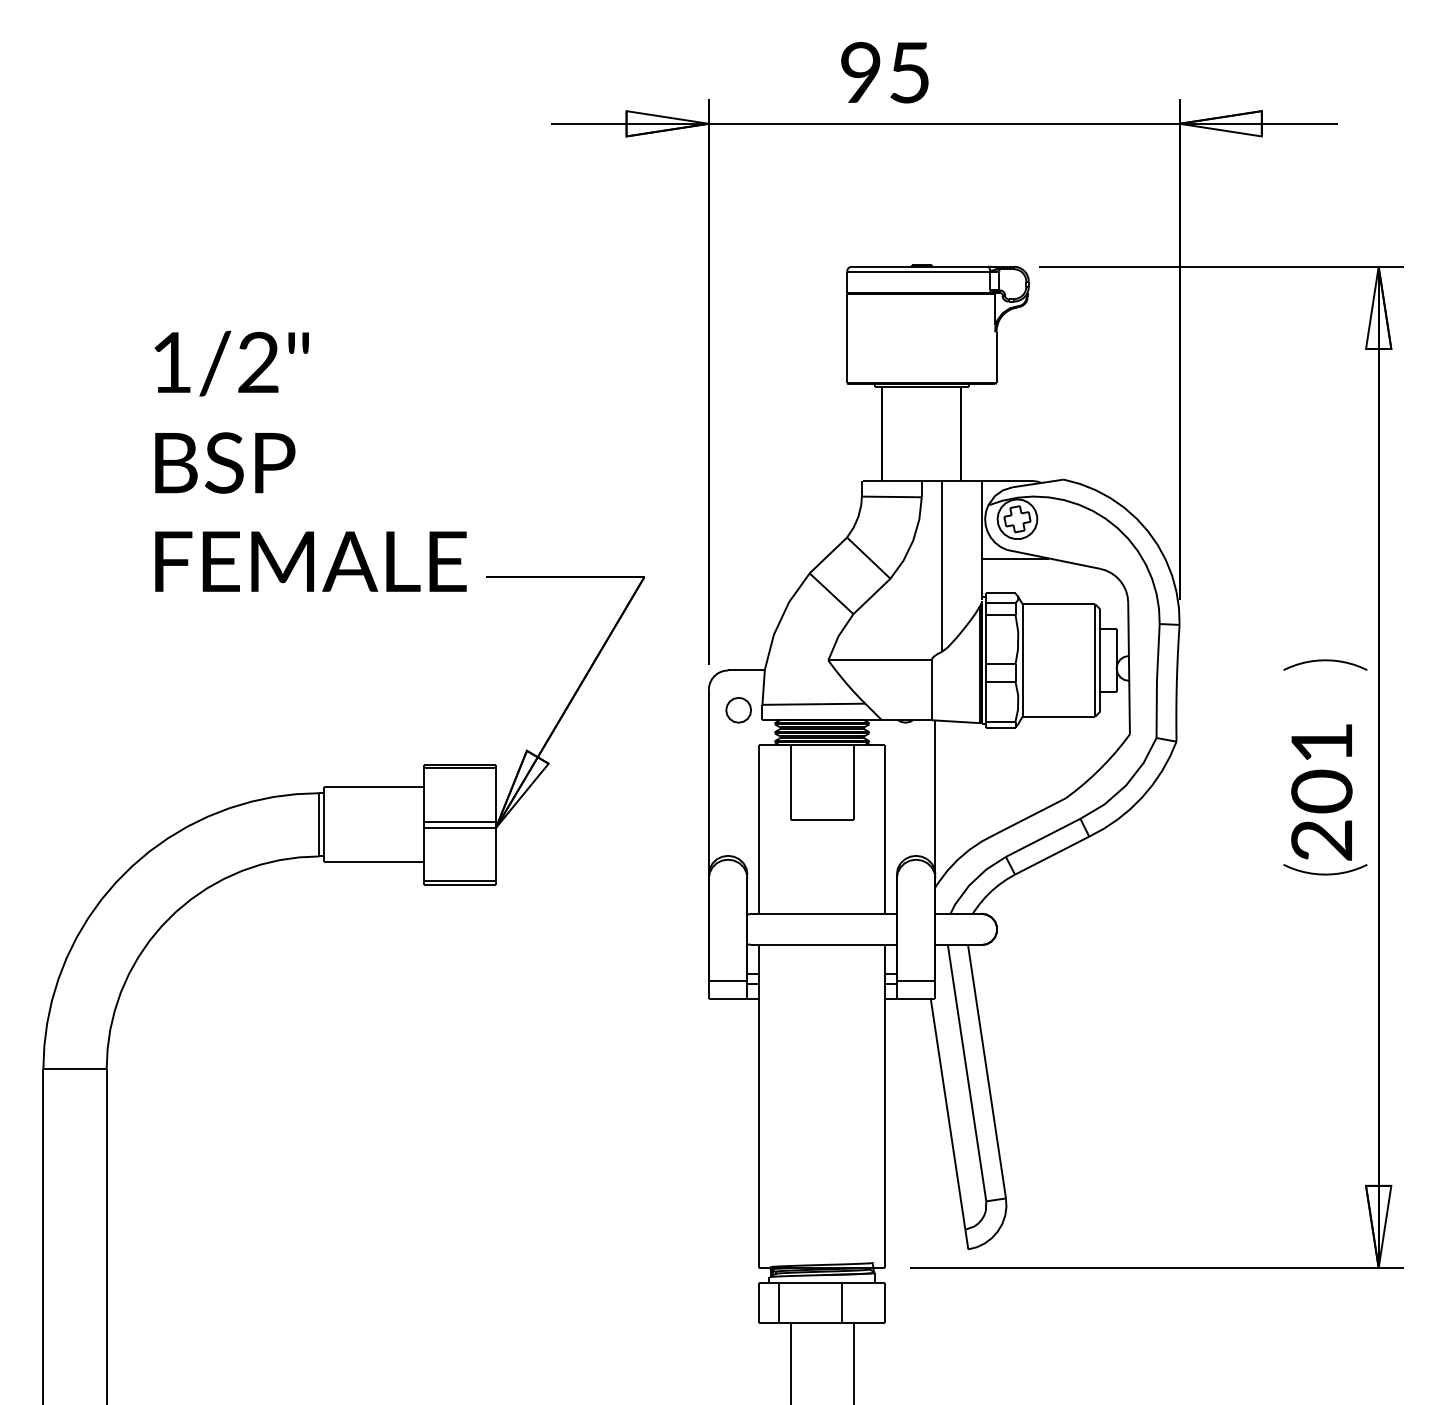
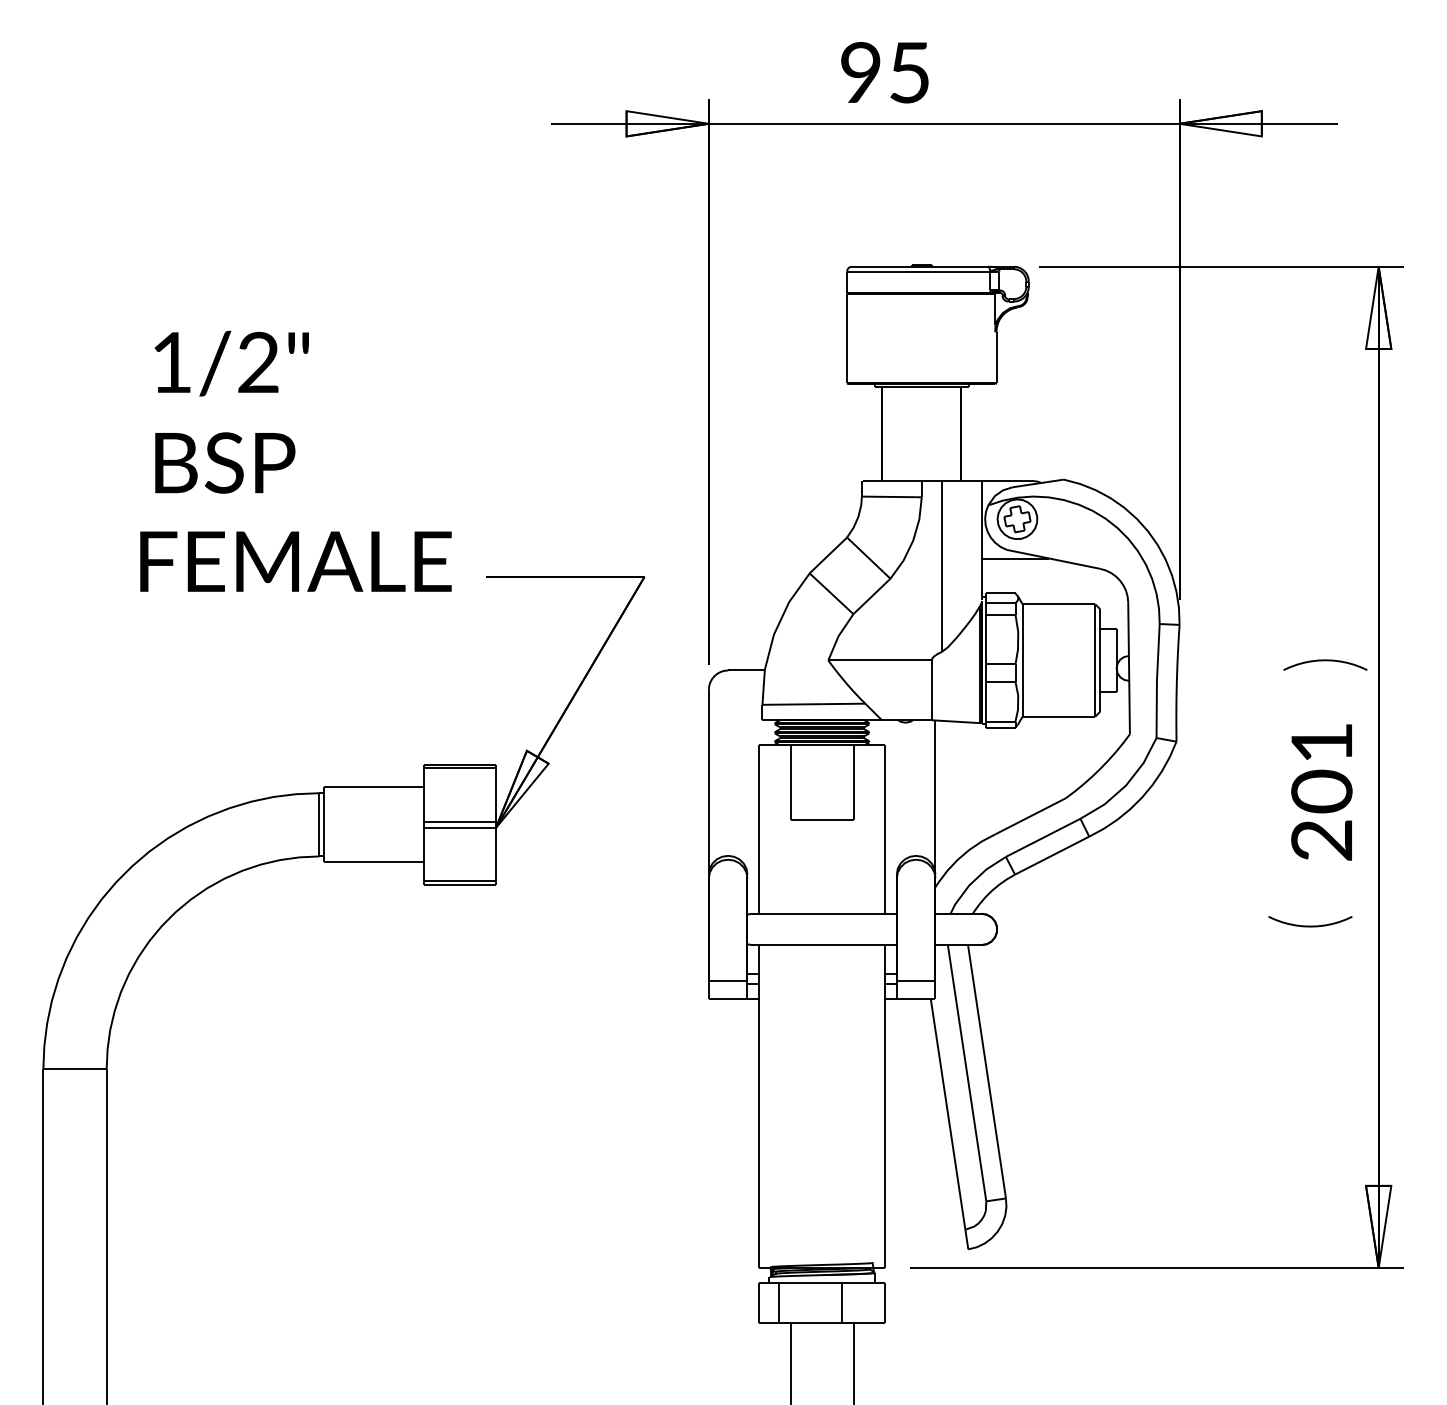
text at (310, 561) position: (310, 561) -> (295, 561)
part at (738, 710): present -> none
curve at (1325, 873) position: (1325, 873) -> (1310, 925)
